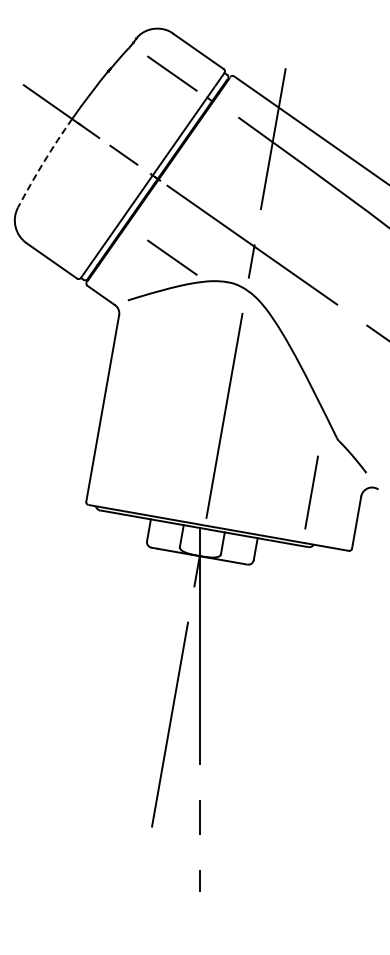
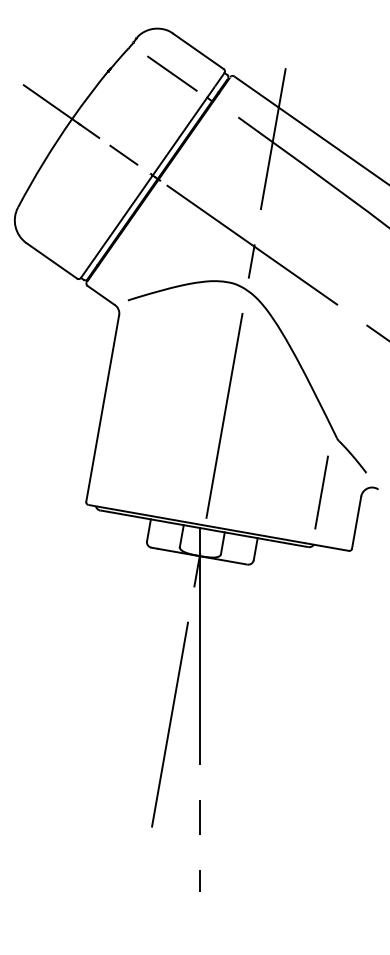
arc at (43, 162): dashed -> solid
line at (172, 257): present -> none
line at (311, 492) position: (311, 492) -> (321, 492)
